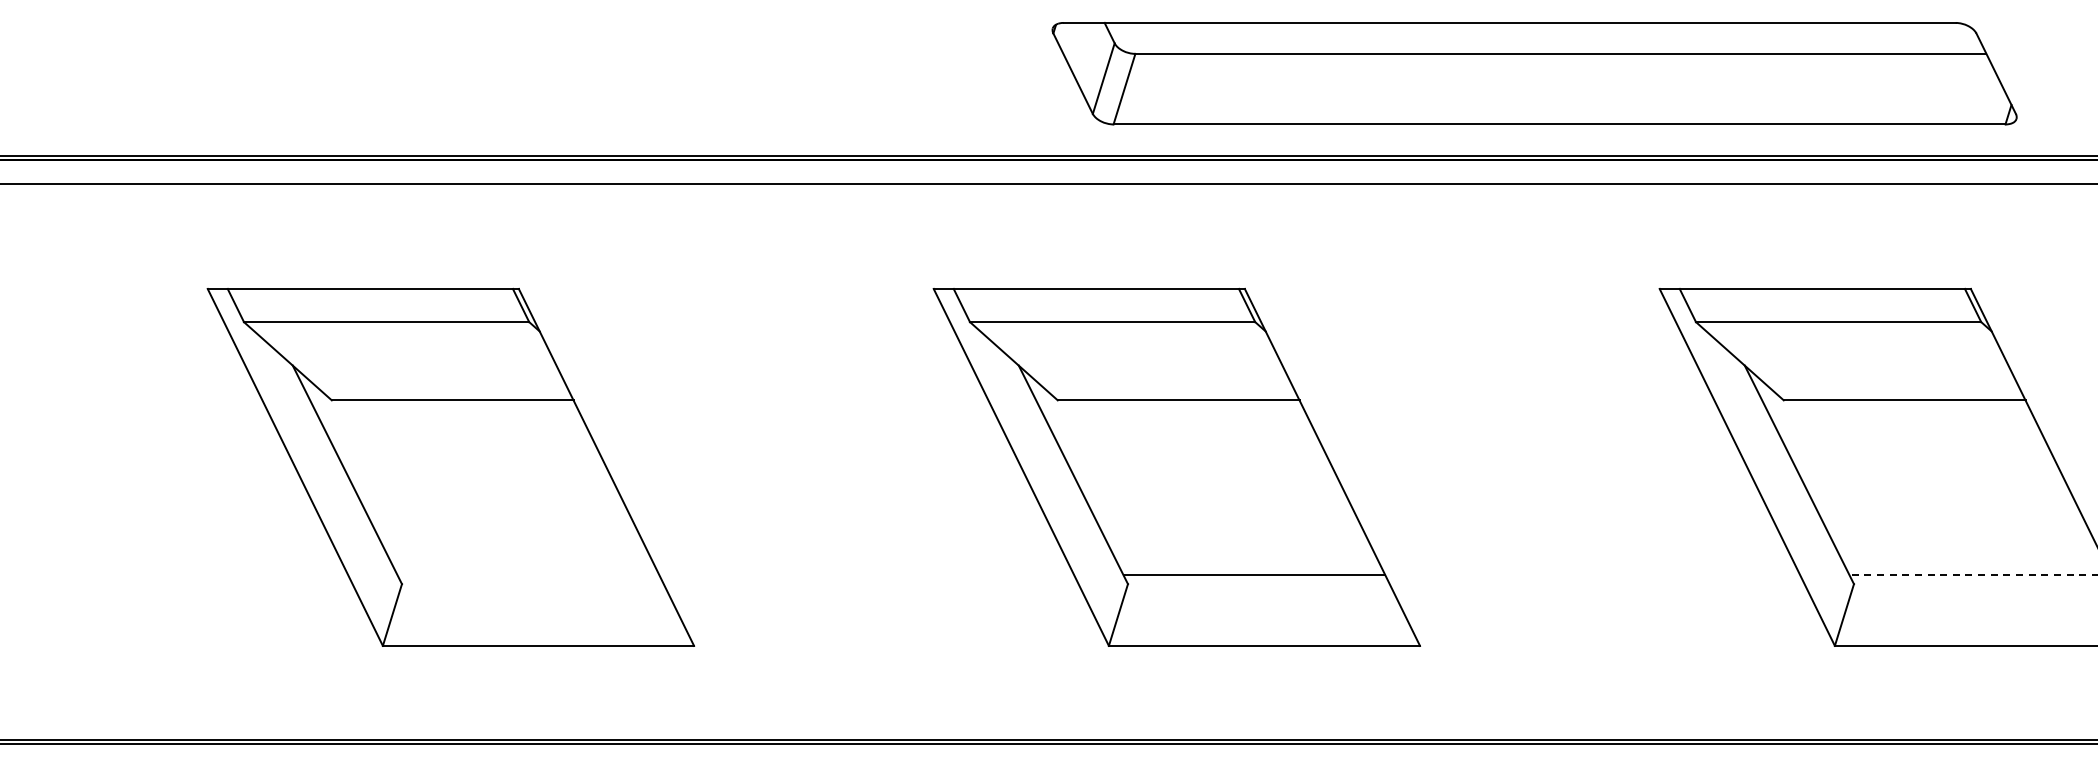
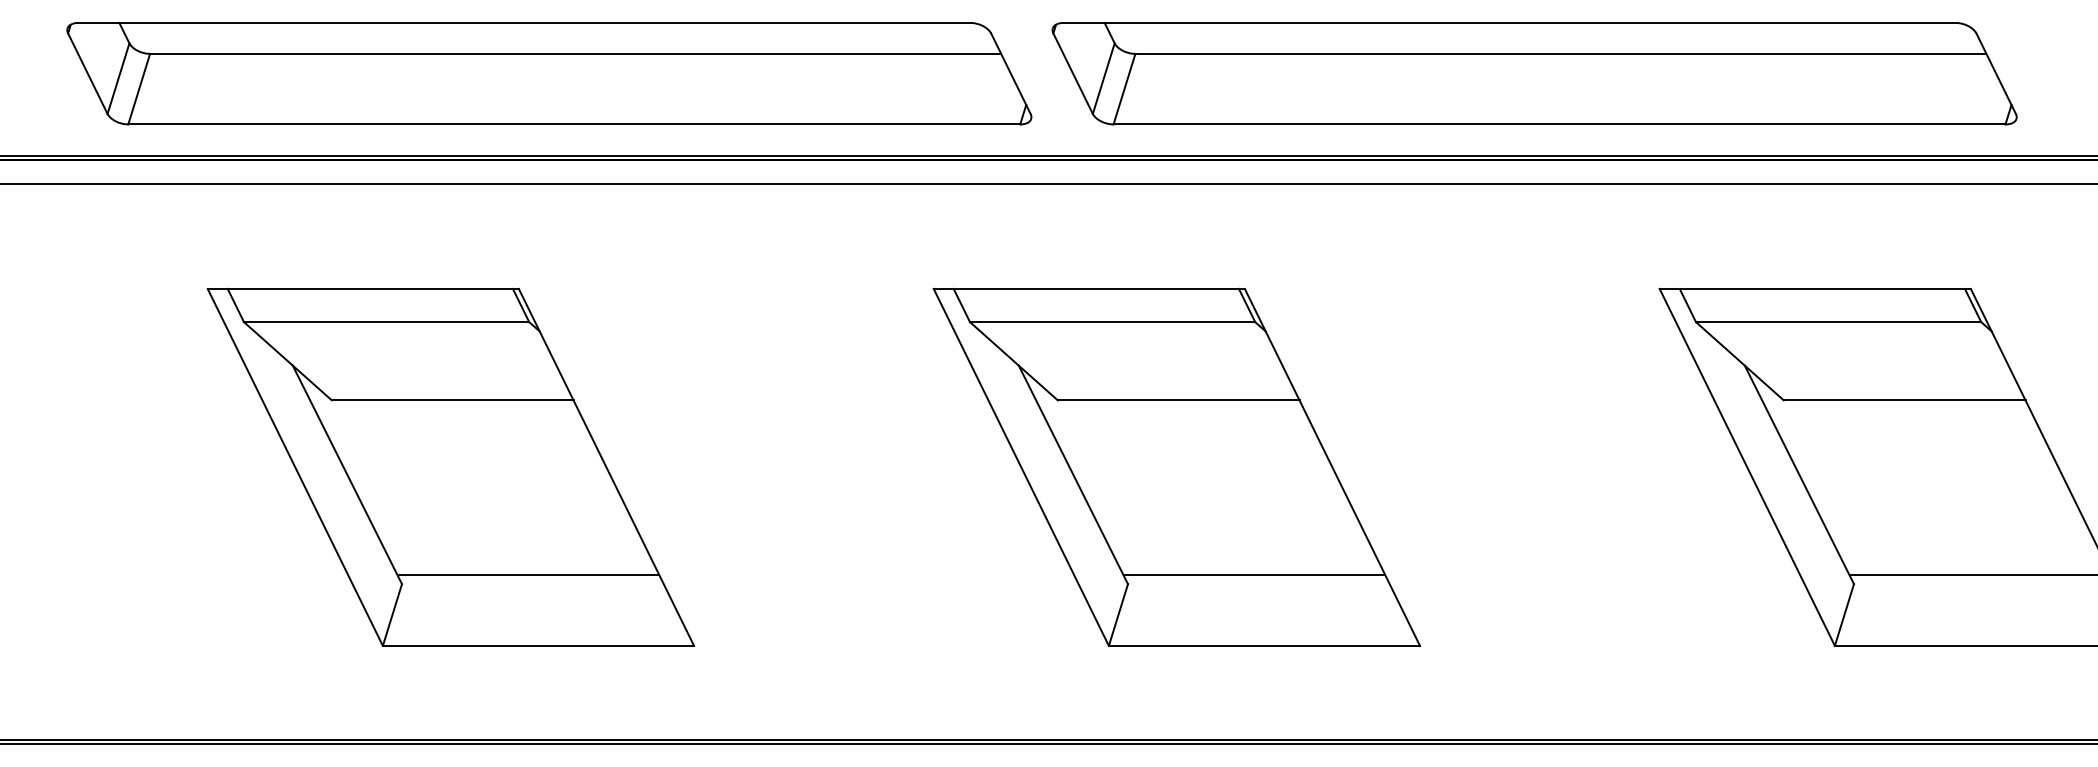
part at (549, 73): none -> present
line at (528, 575): none -> present
line at (1973, 575): dashed -> solid
